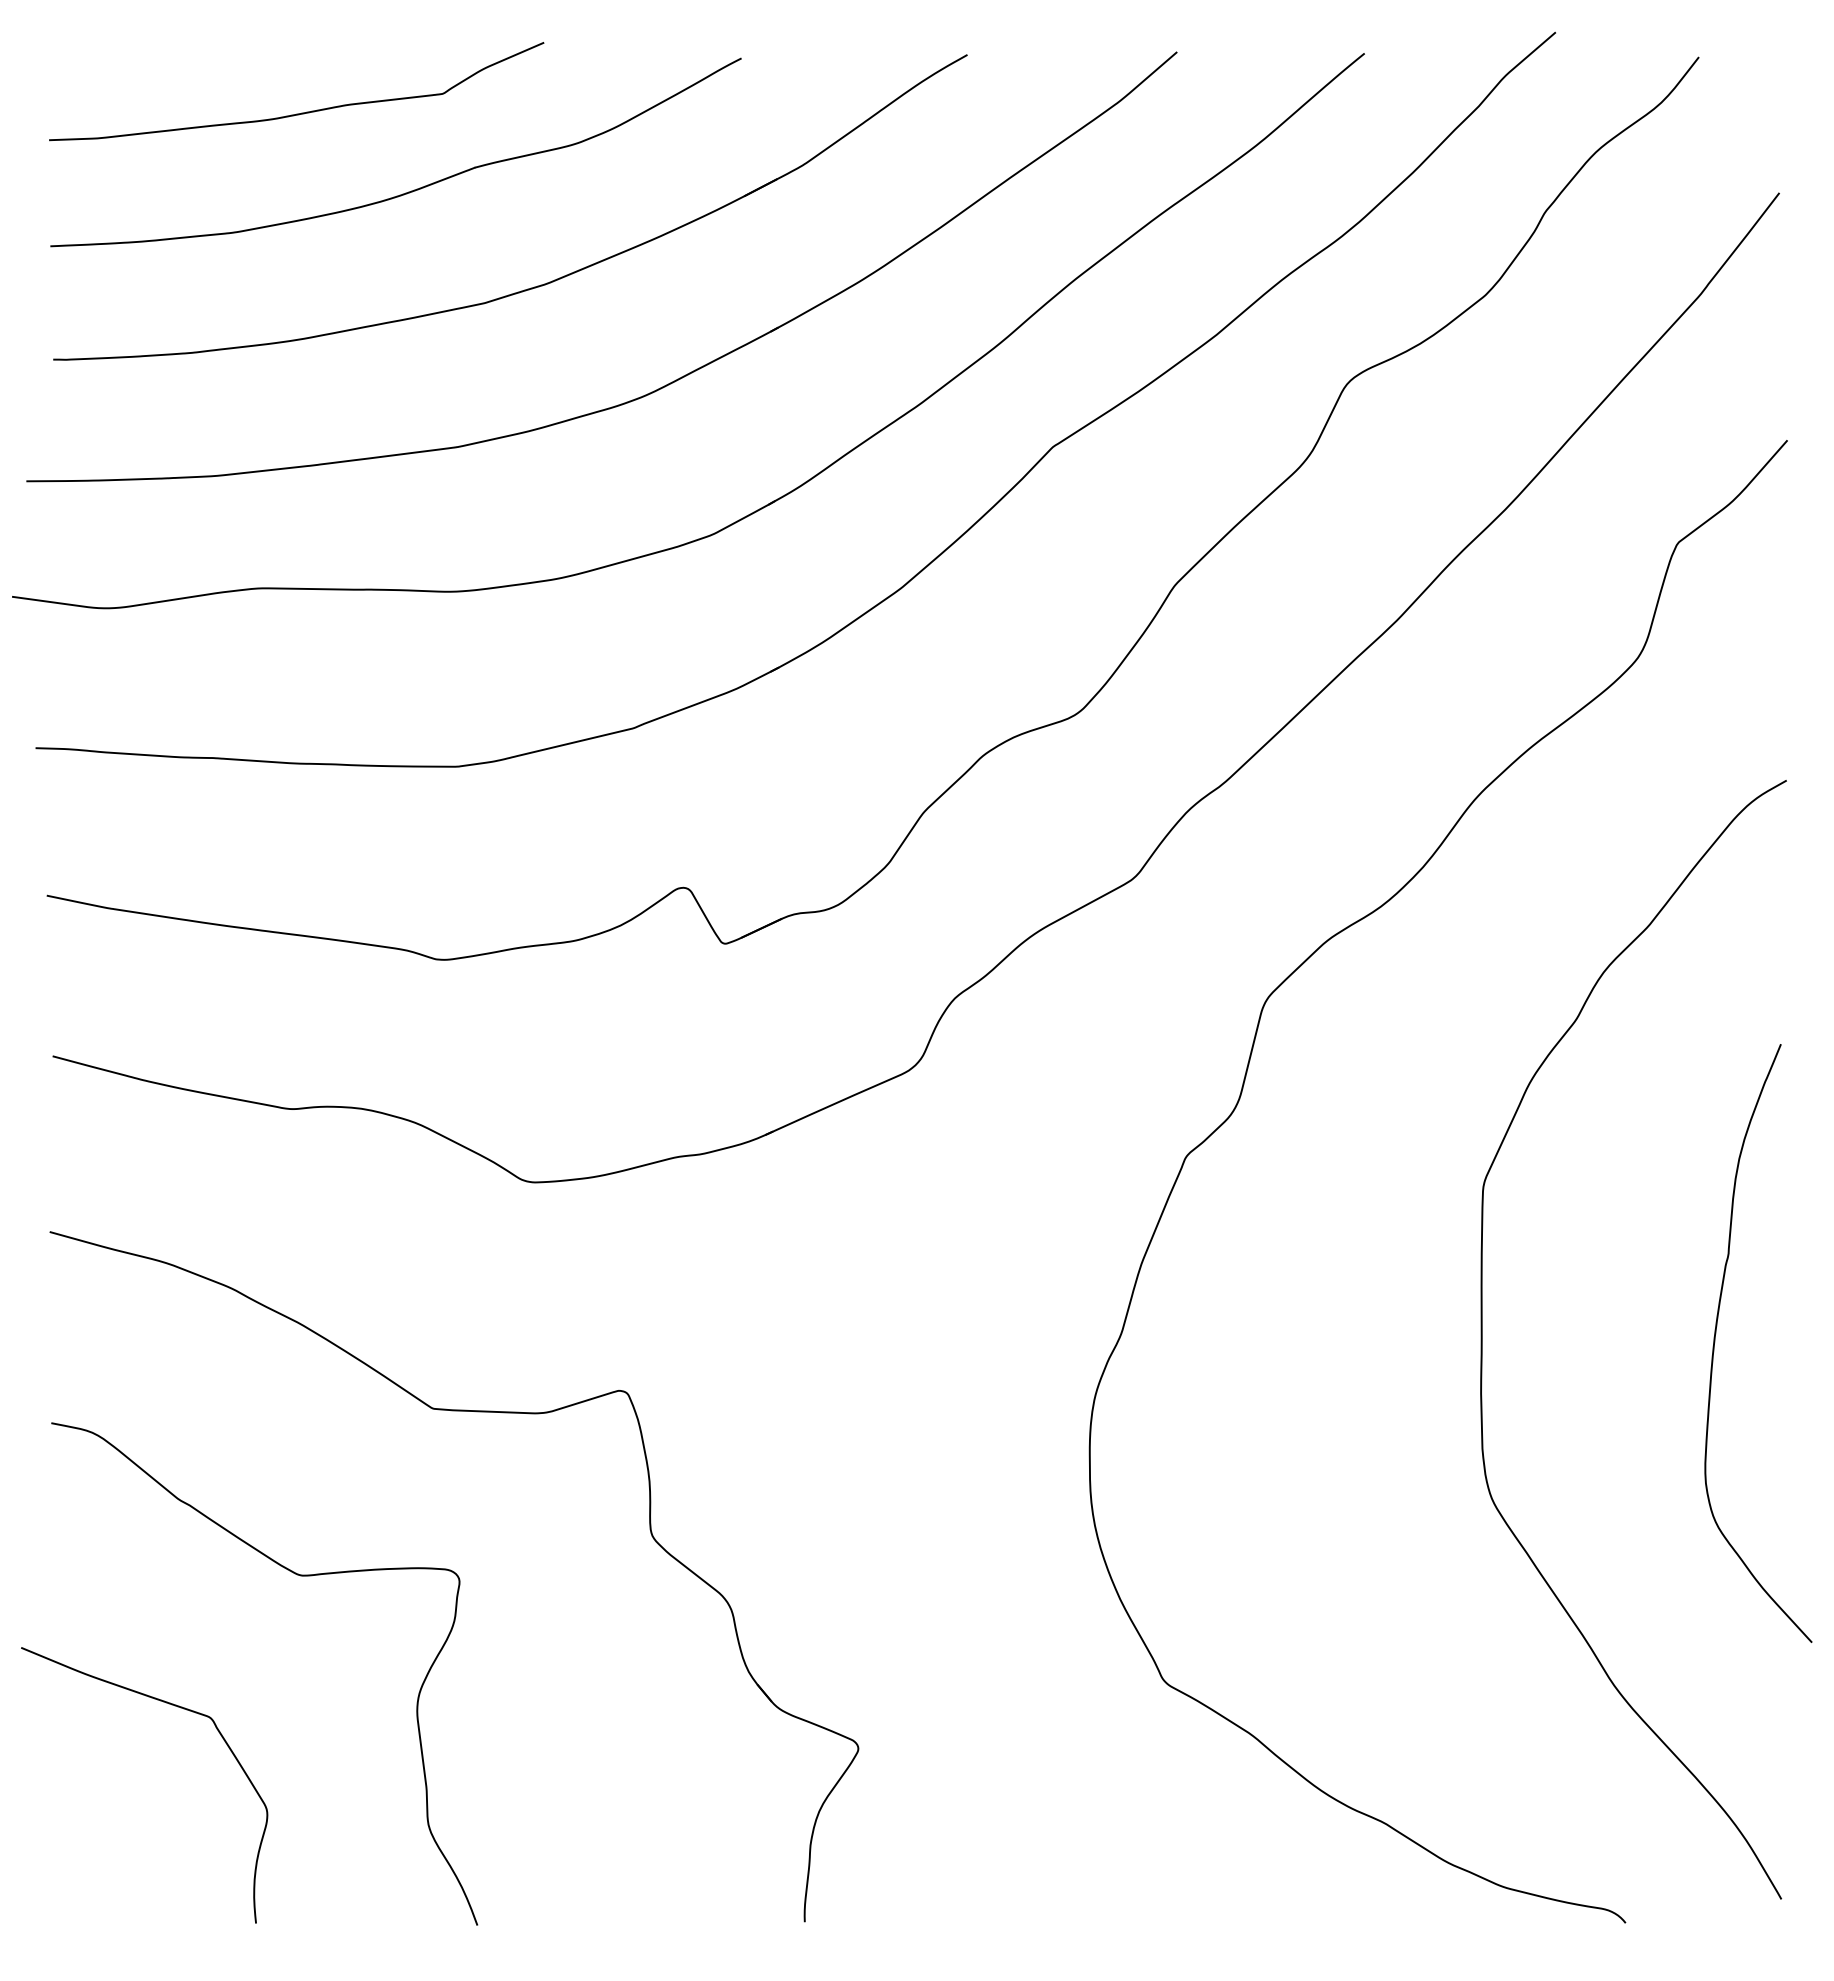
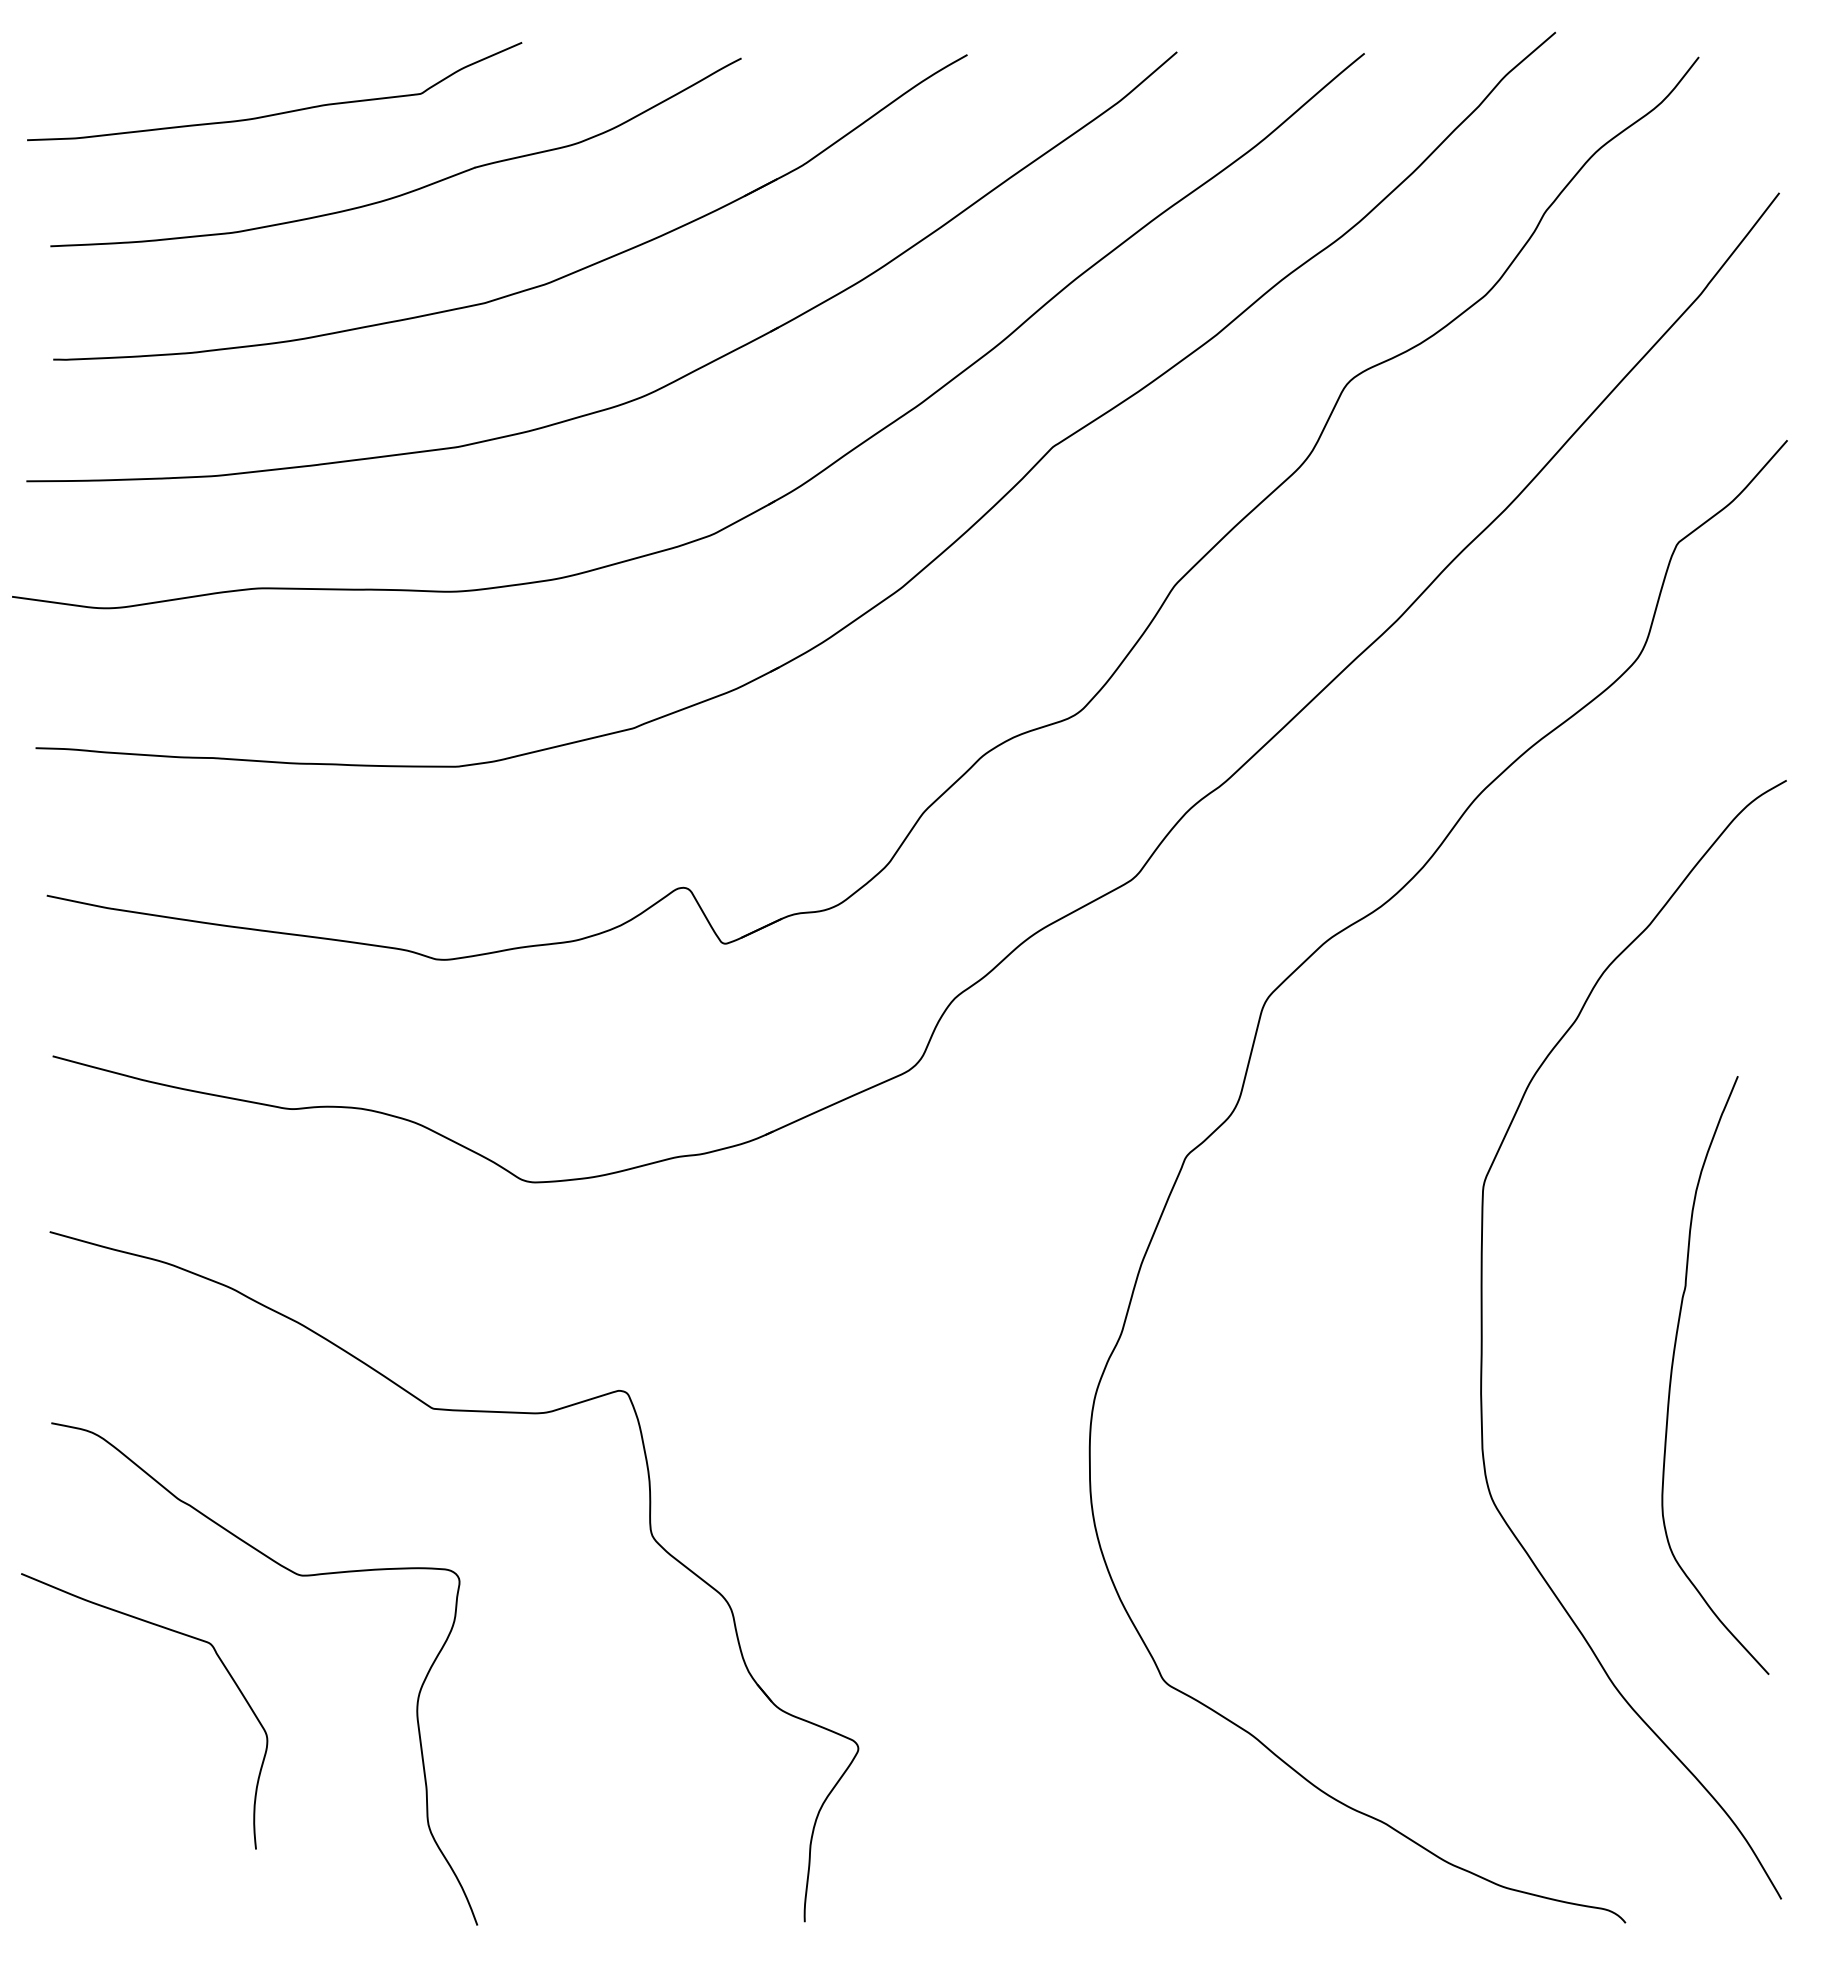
curve at (301, 112) position: (301, 112) -> (279, 112)
curve at (1715, 1342) position: (1715, 1342) -> (1672, 1374)
curve at (174, 1706) position: (174, 1706) -> (174, 1632)
